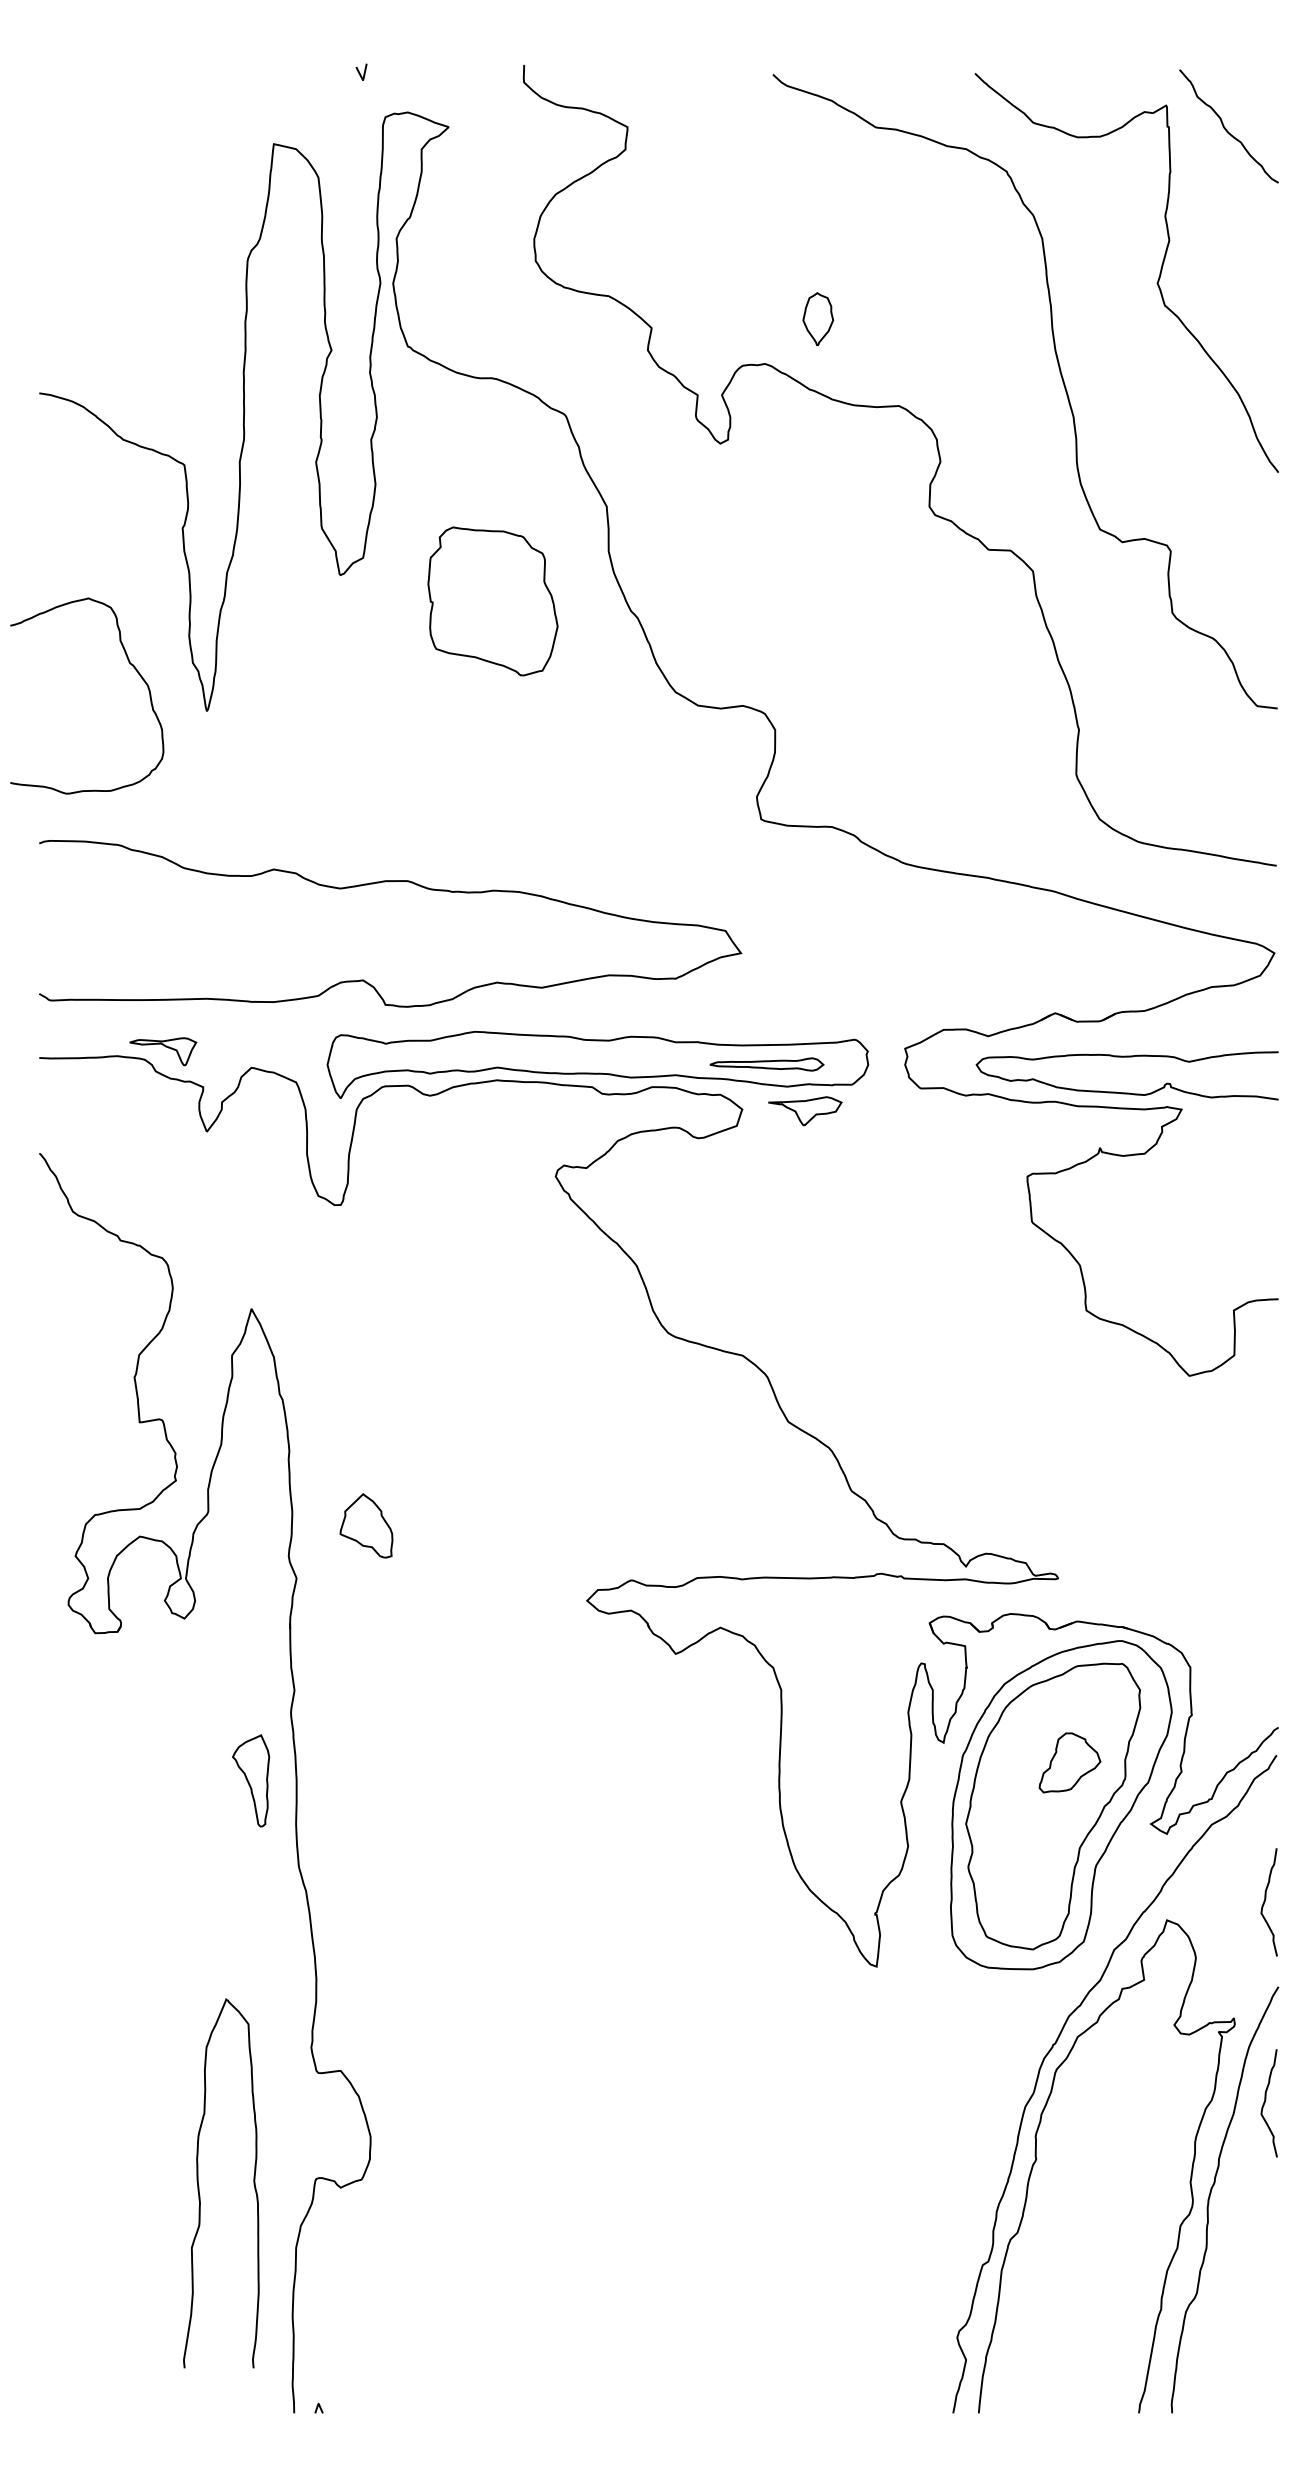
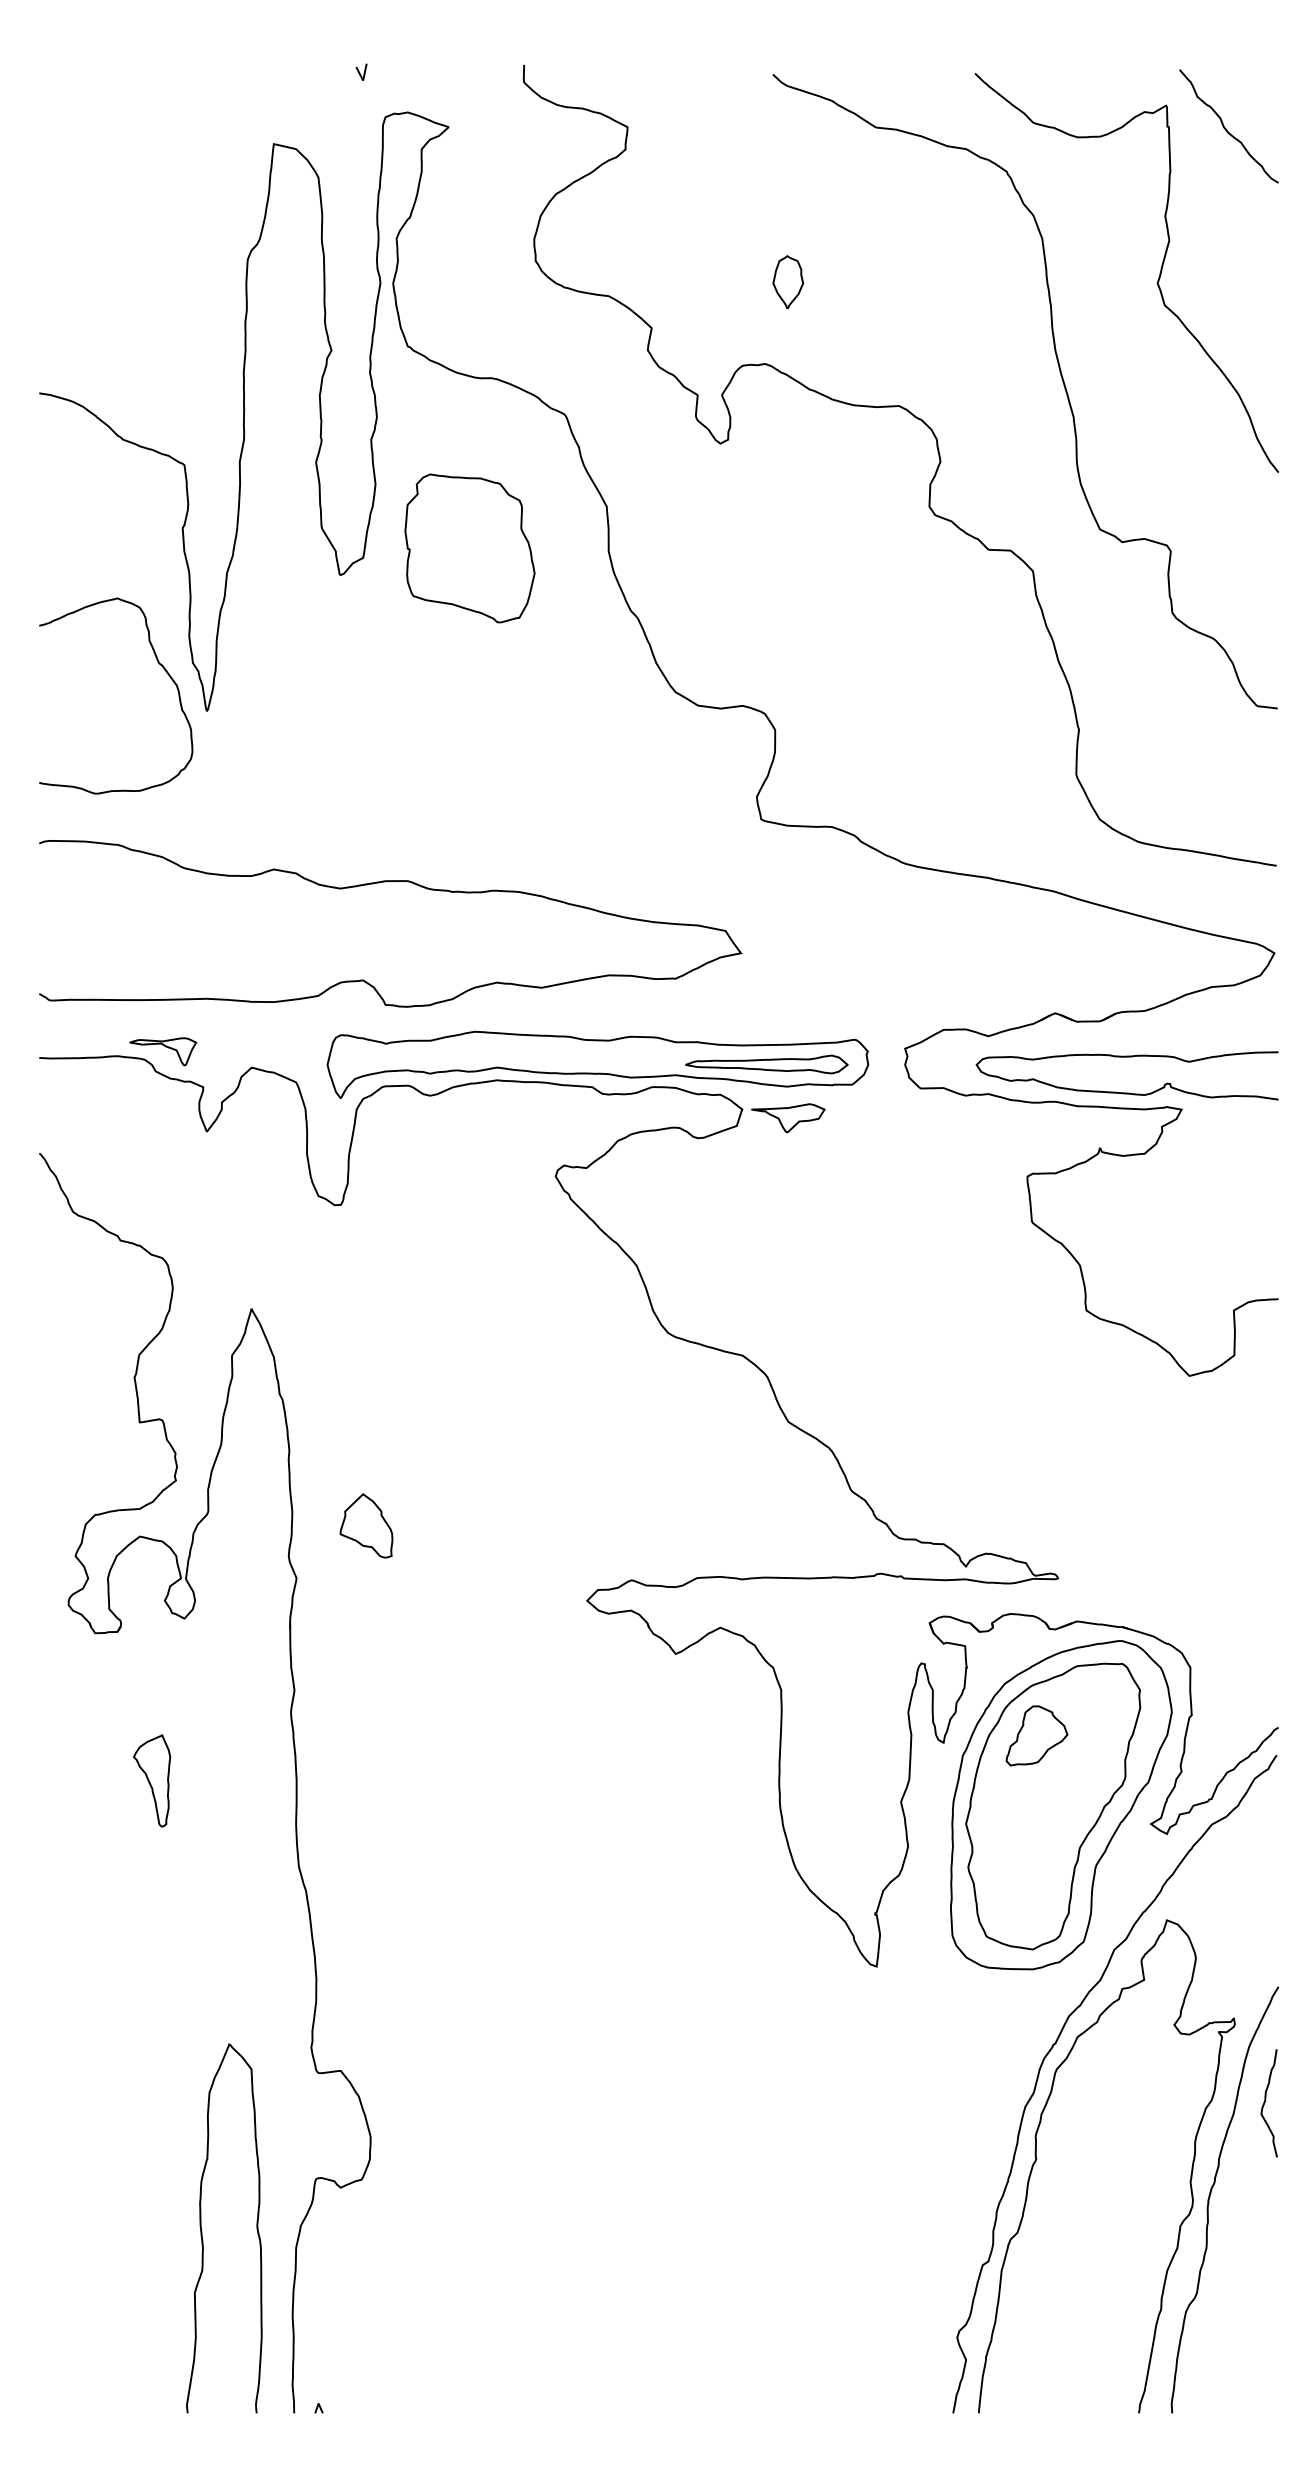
part at (818, 318) position: (818, 318) -> (788, 281)
part at (492, 601) position: (492, 601) -> (469, 548)
curve at (128, 662) position: (128, 662) -> (157, 662)
part at (766, 1064) size: 116x15 px -> 164x21 px
part at (805, 1111) position: (805, 1111) -> (788, 1118)
part at (1069, 1762) position: (1069, 1762) -> (1036, 1735)
part at (251, 1780) position: (251, 1780) -> (152, 1780)
curve at (1265, 1902): present -> none
curve at (199, 2185) position: (199, 2185) -> (202, 2230)
